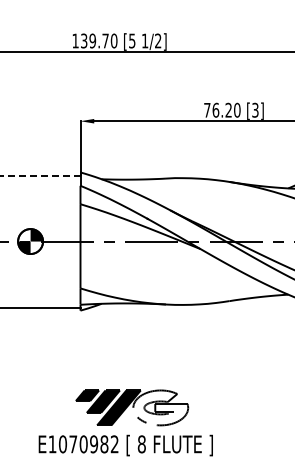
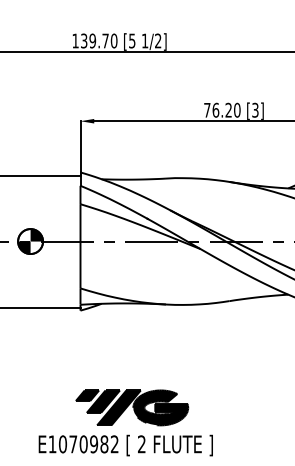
line at (40, 175): dashed -> solid
fill at (160, 407): none -> present
text at (141, 444): 8 -> 2
